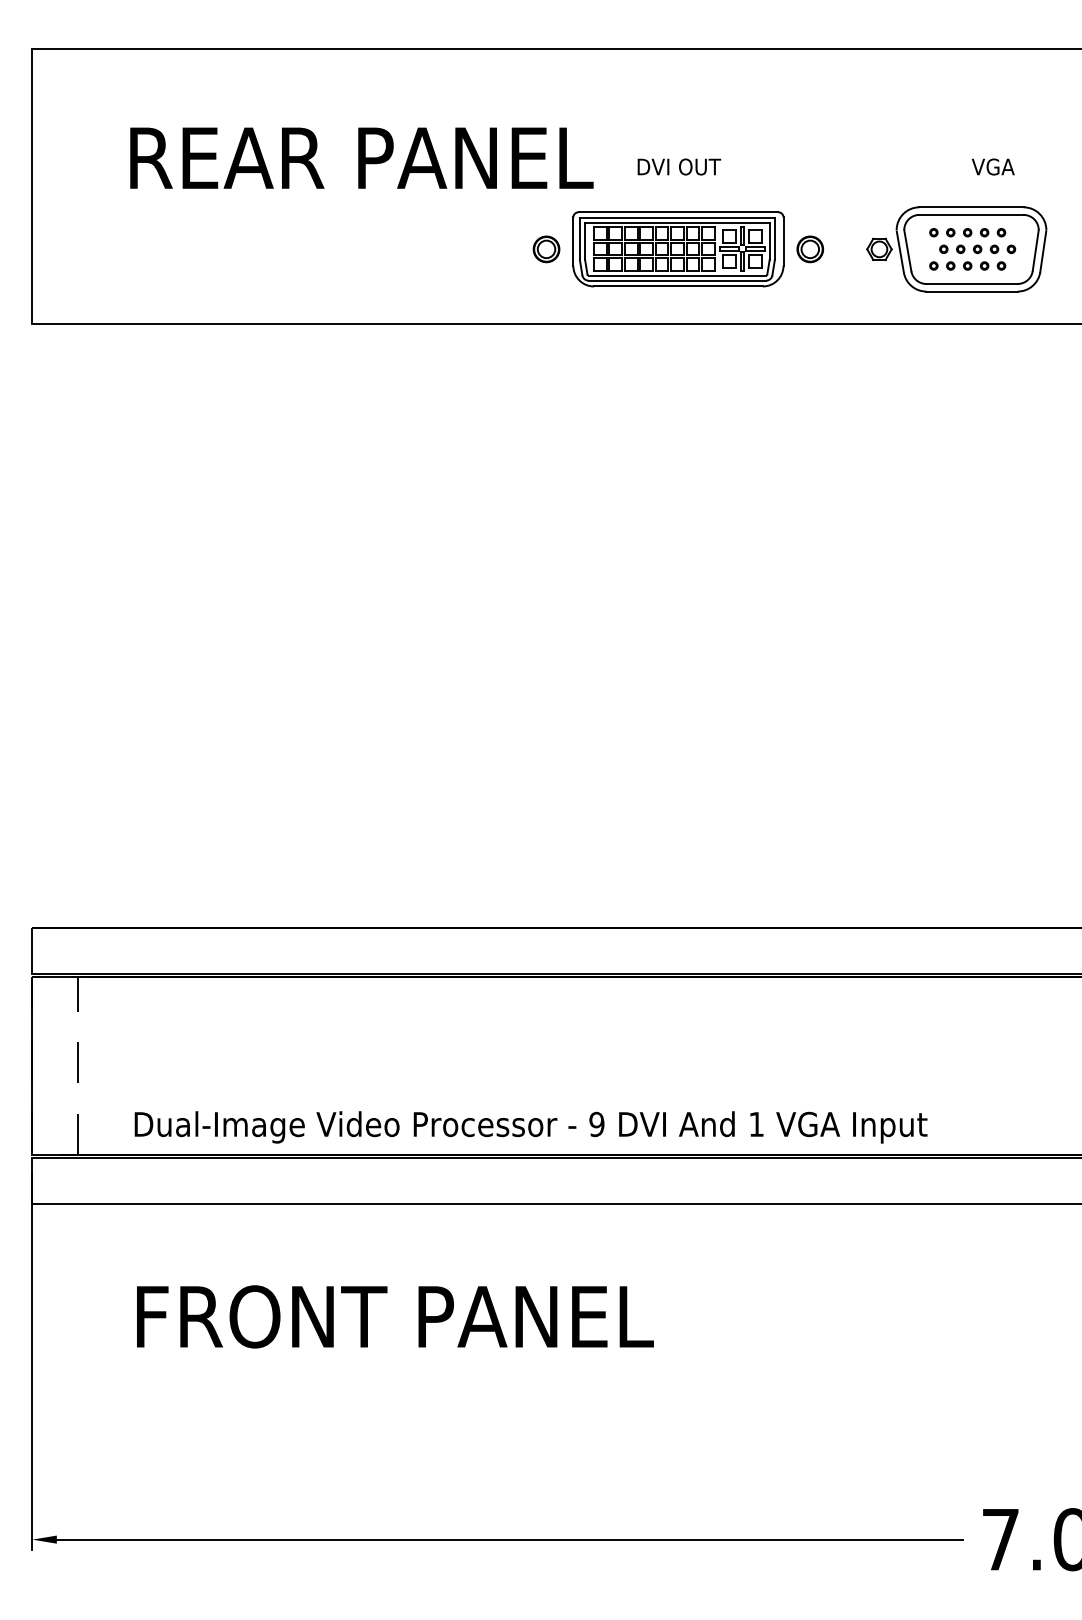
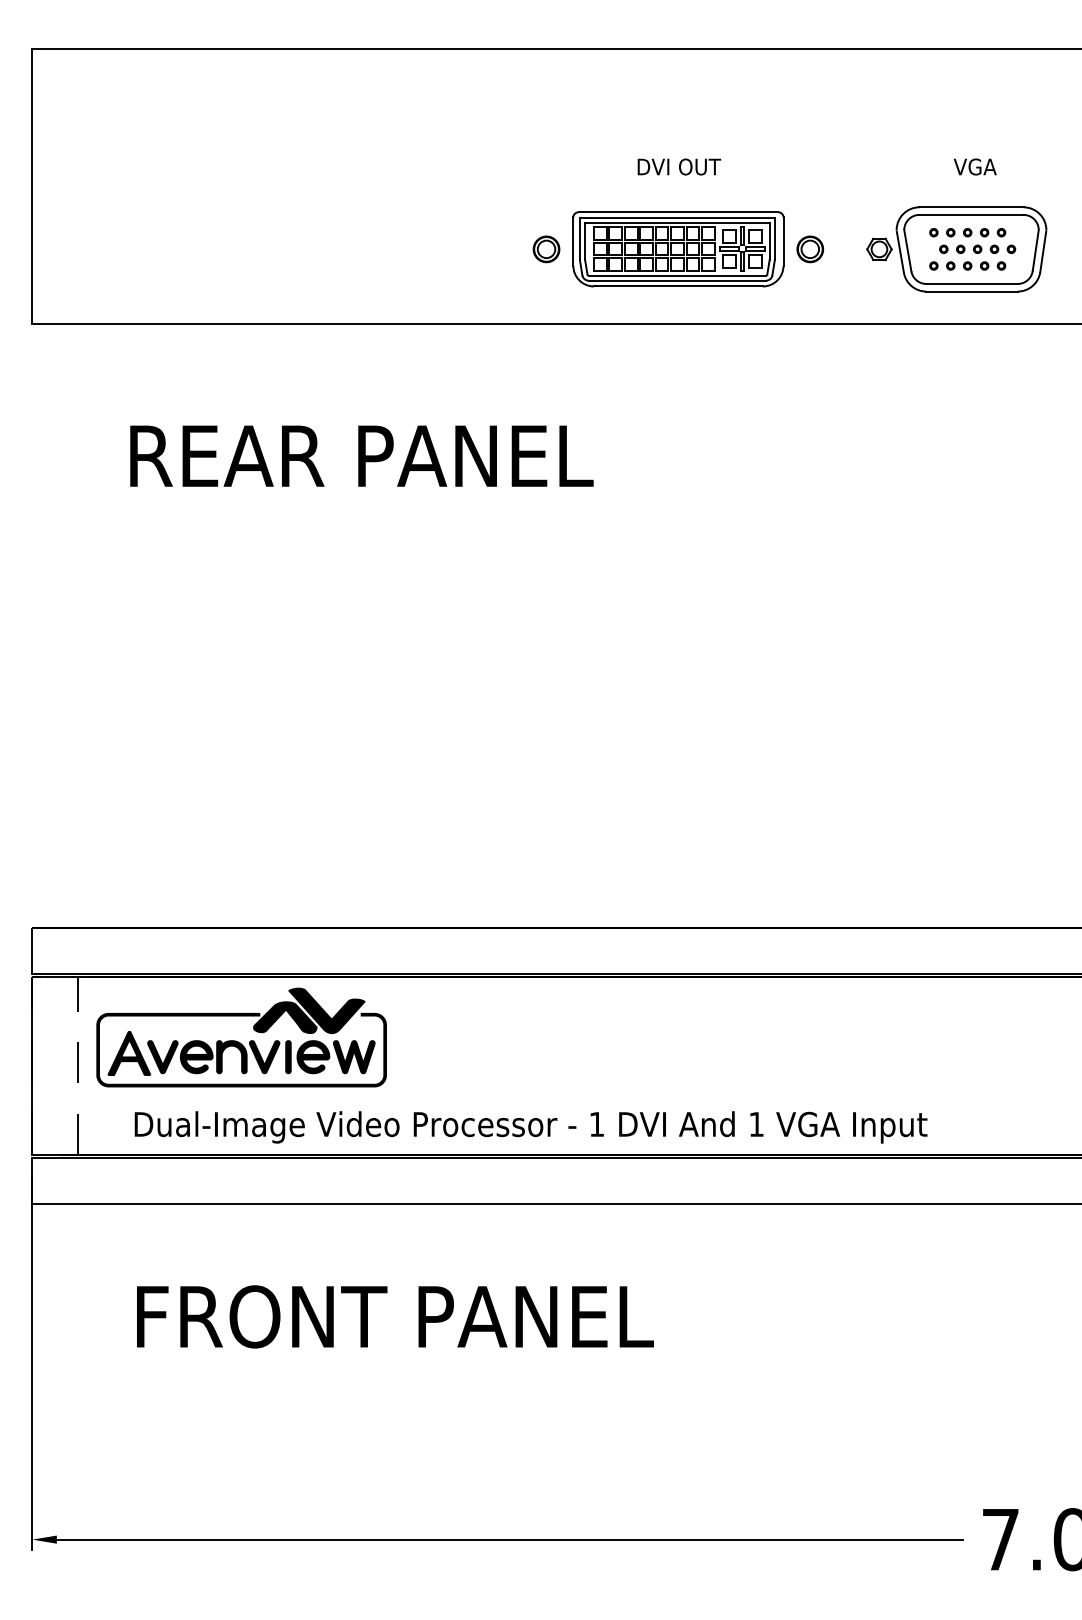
text at (361, 157) position: (361, 157) -> (361, 455)
text at (992, 166) position: (992, 166) -> (974, 166)
part at (241, 1037): none -> present
text at (596, 1124): 9 -> 1
